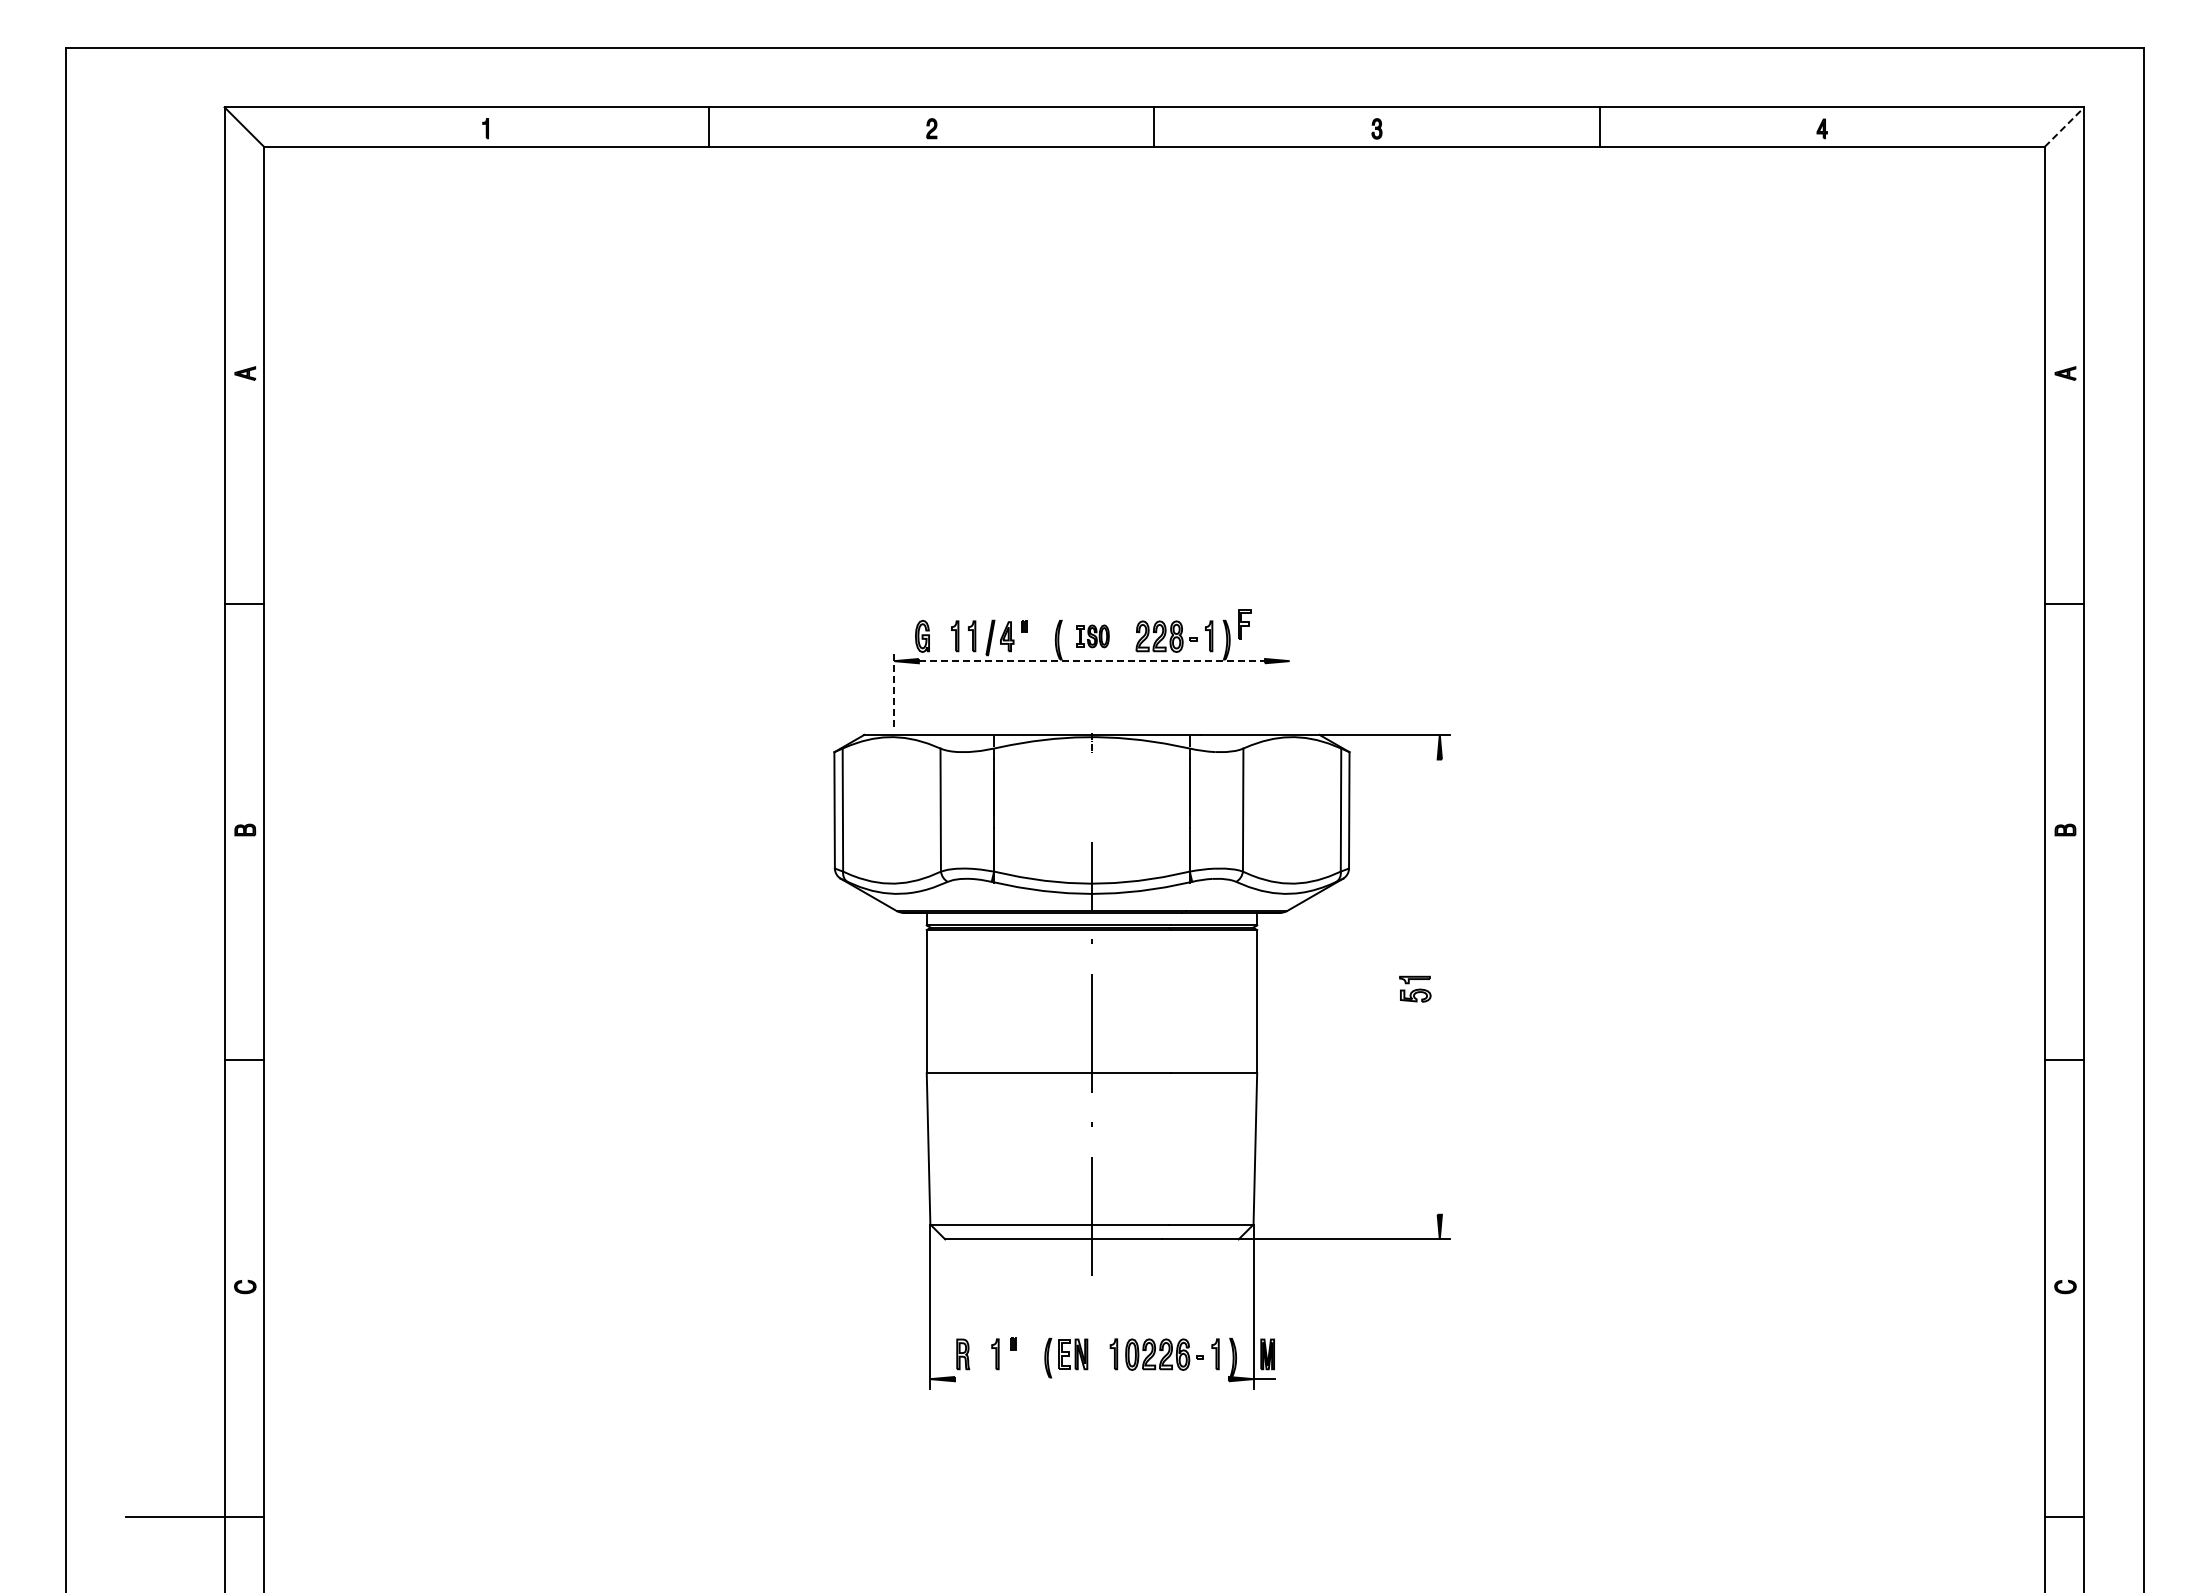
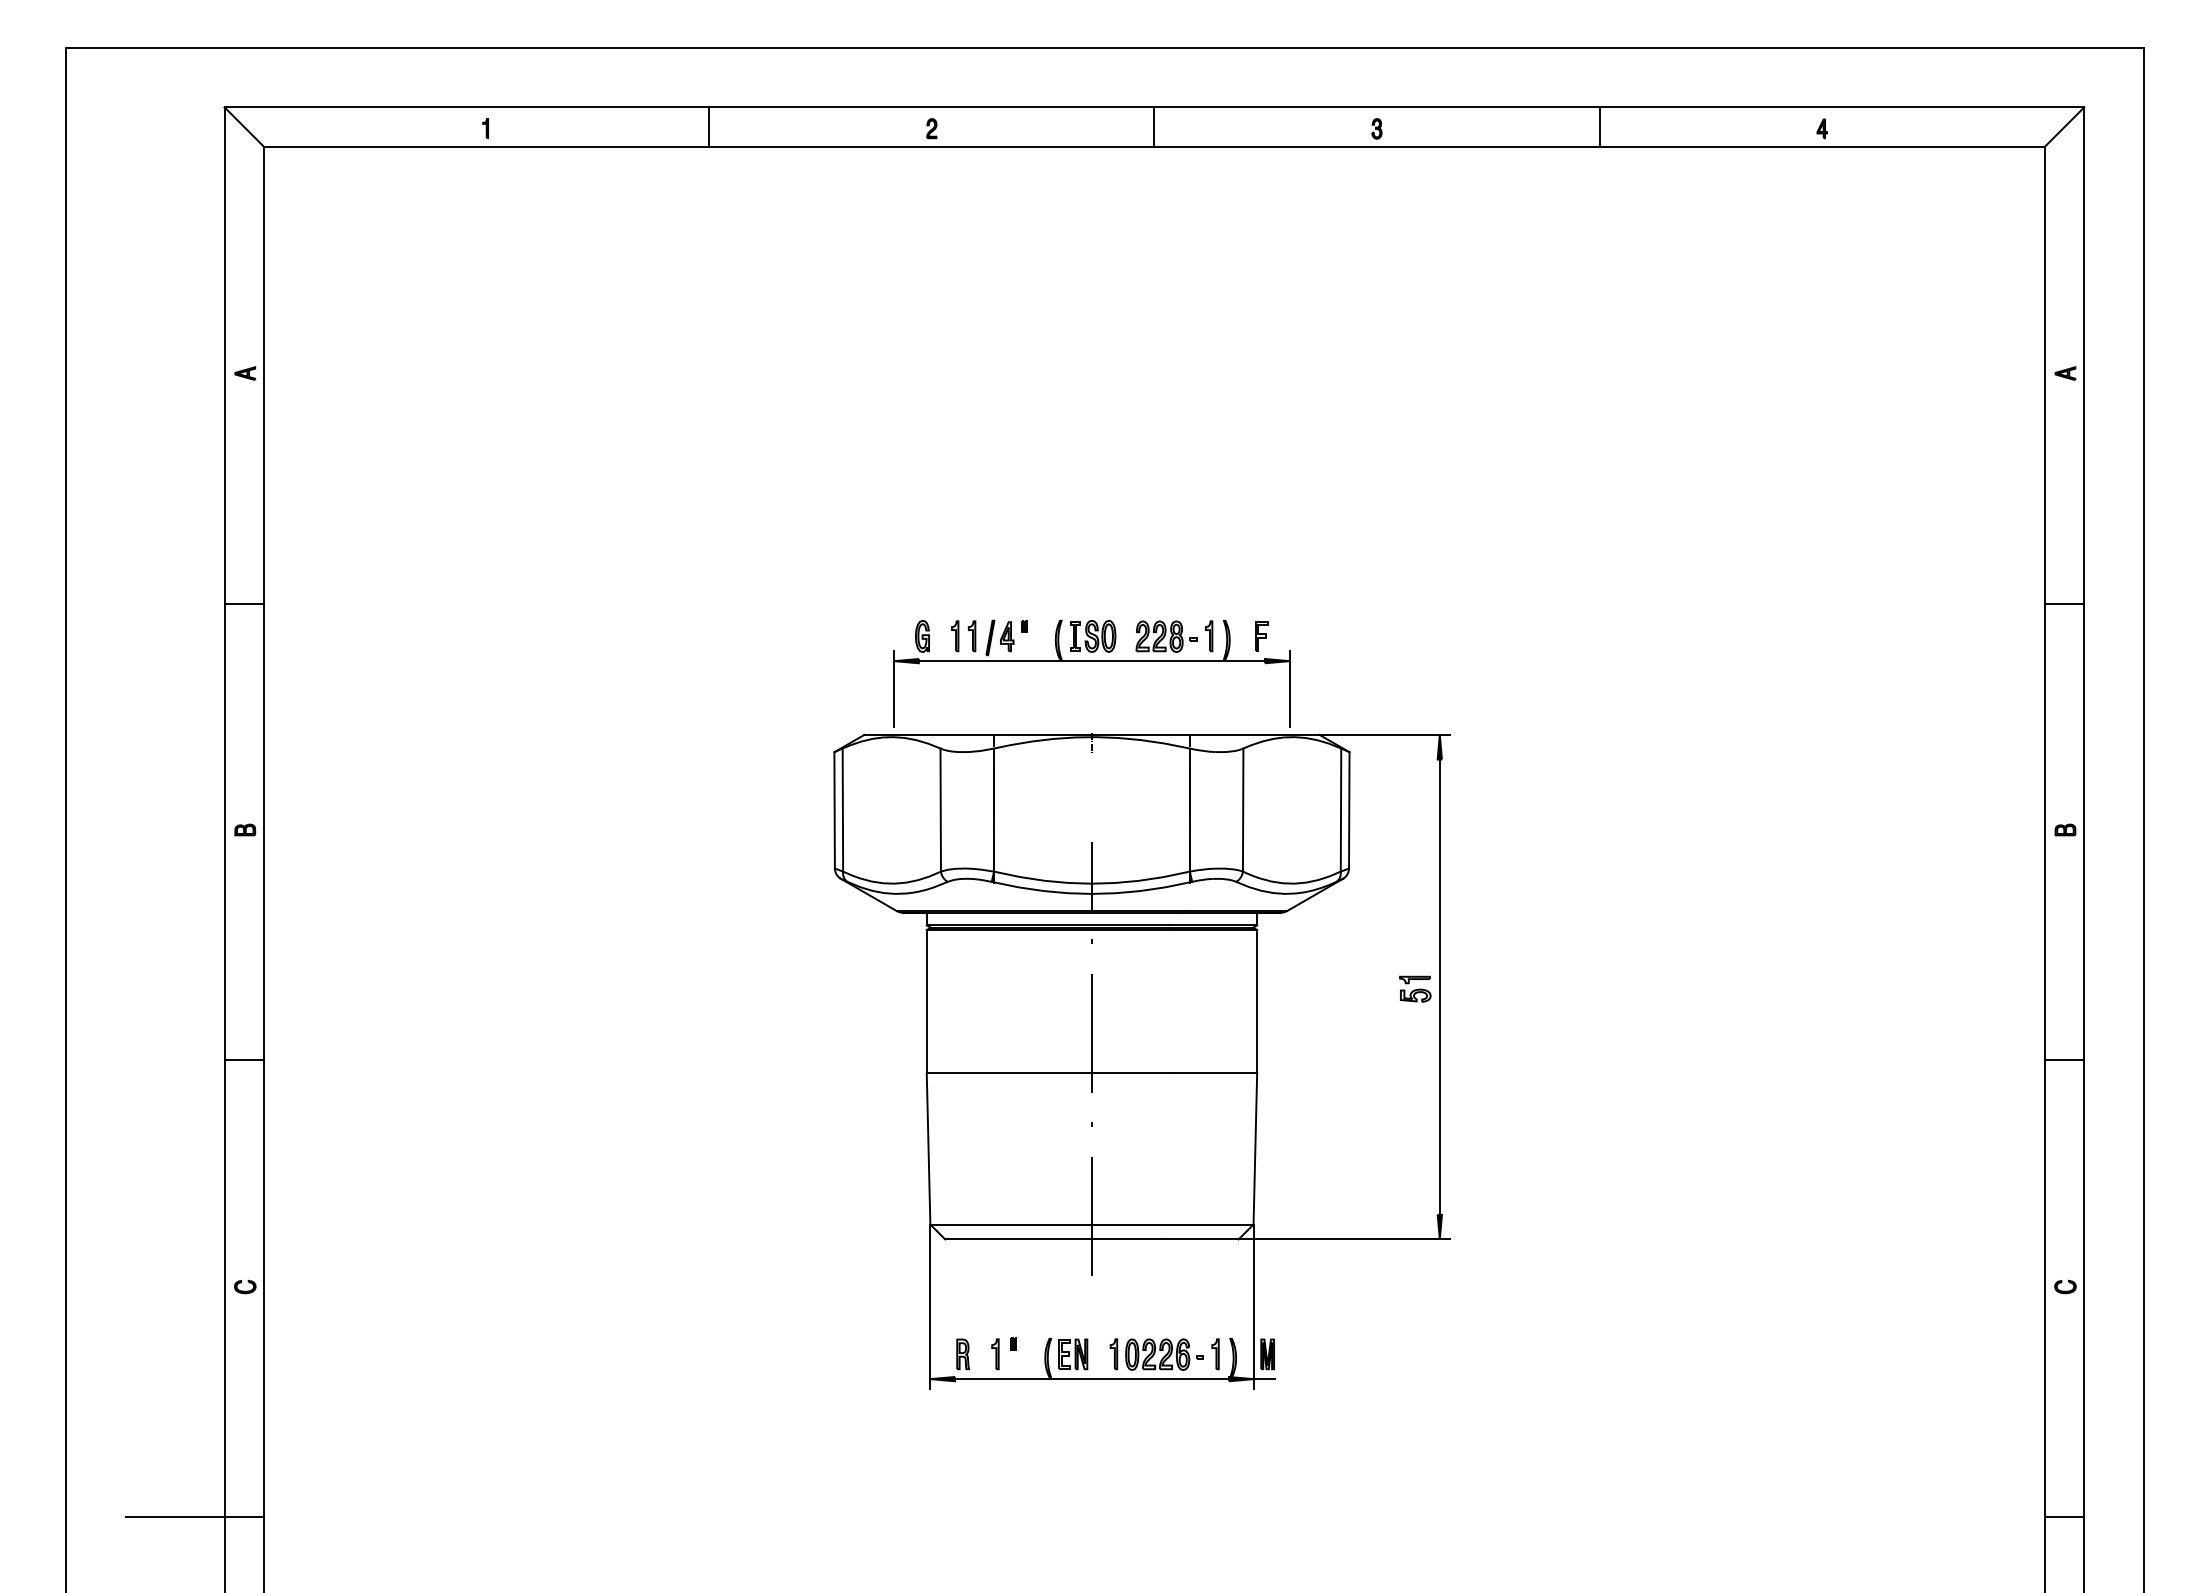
line at (2064, 127): dashed -> solid
part at (1244, 624) position: (1244, 624) -> (1261, 636)
part at (1092, 636) size: 34x25 px -> 47x33 px
line at (1092, 661): dashed -> solid
line at (894, 688): dashed -> solid
line at (1289, 689): none -> present
line at (1439, 986): none -> present
line at (1091, 1379): none -> present
